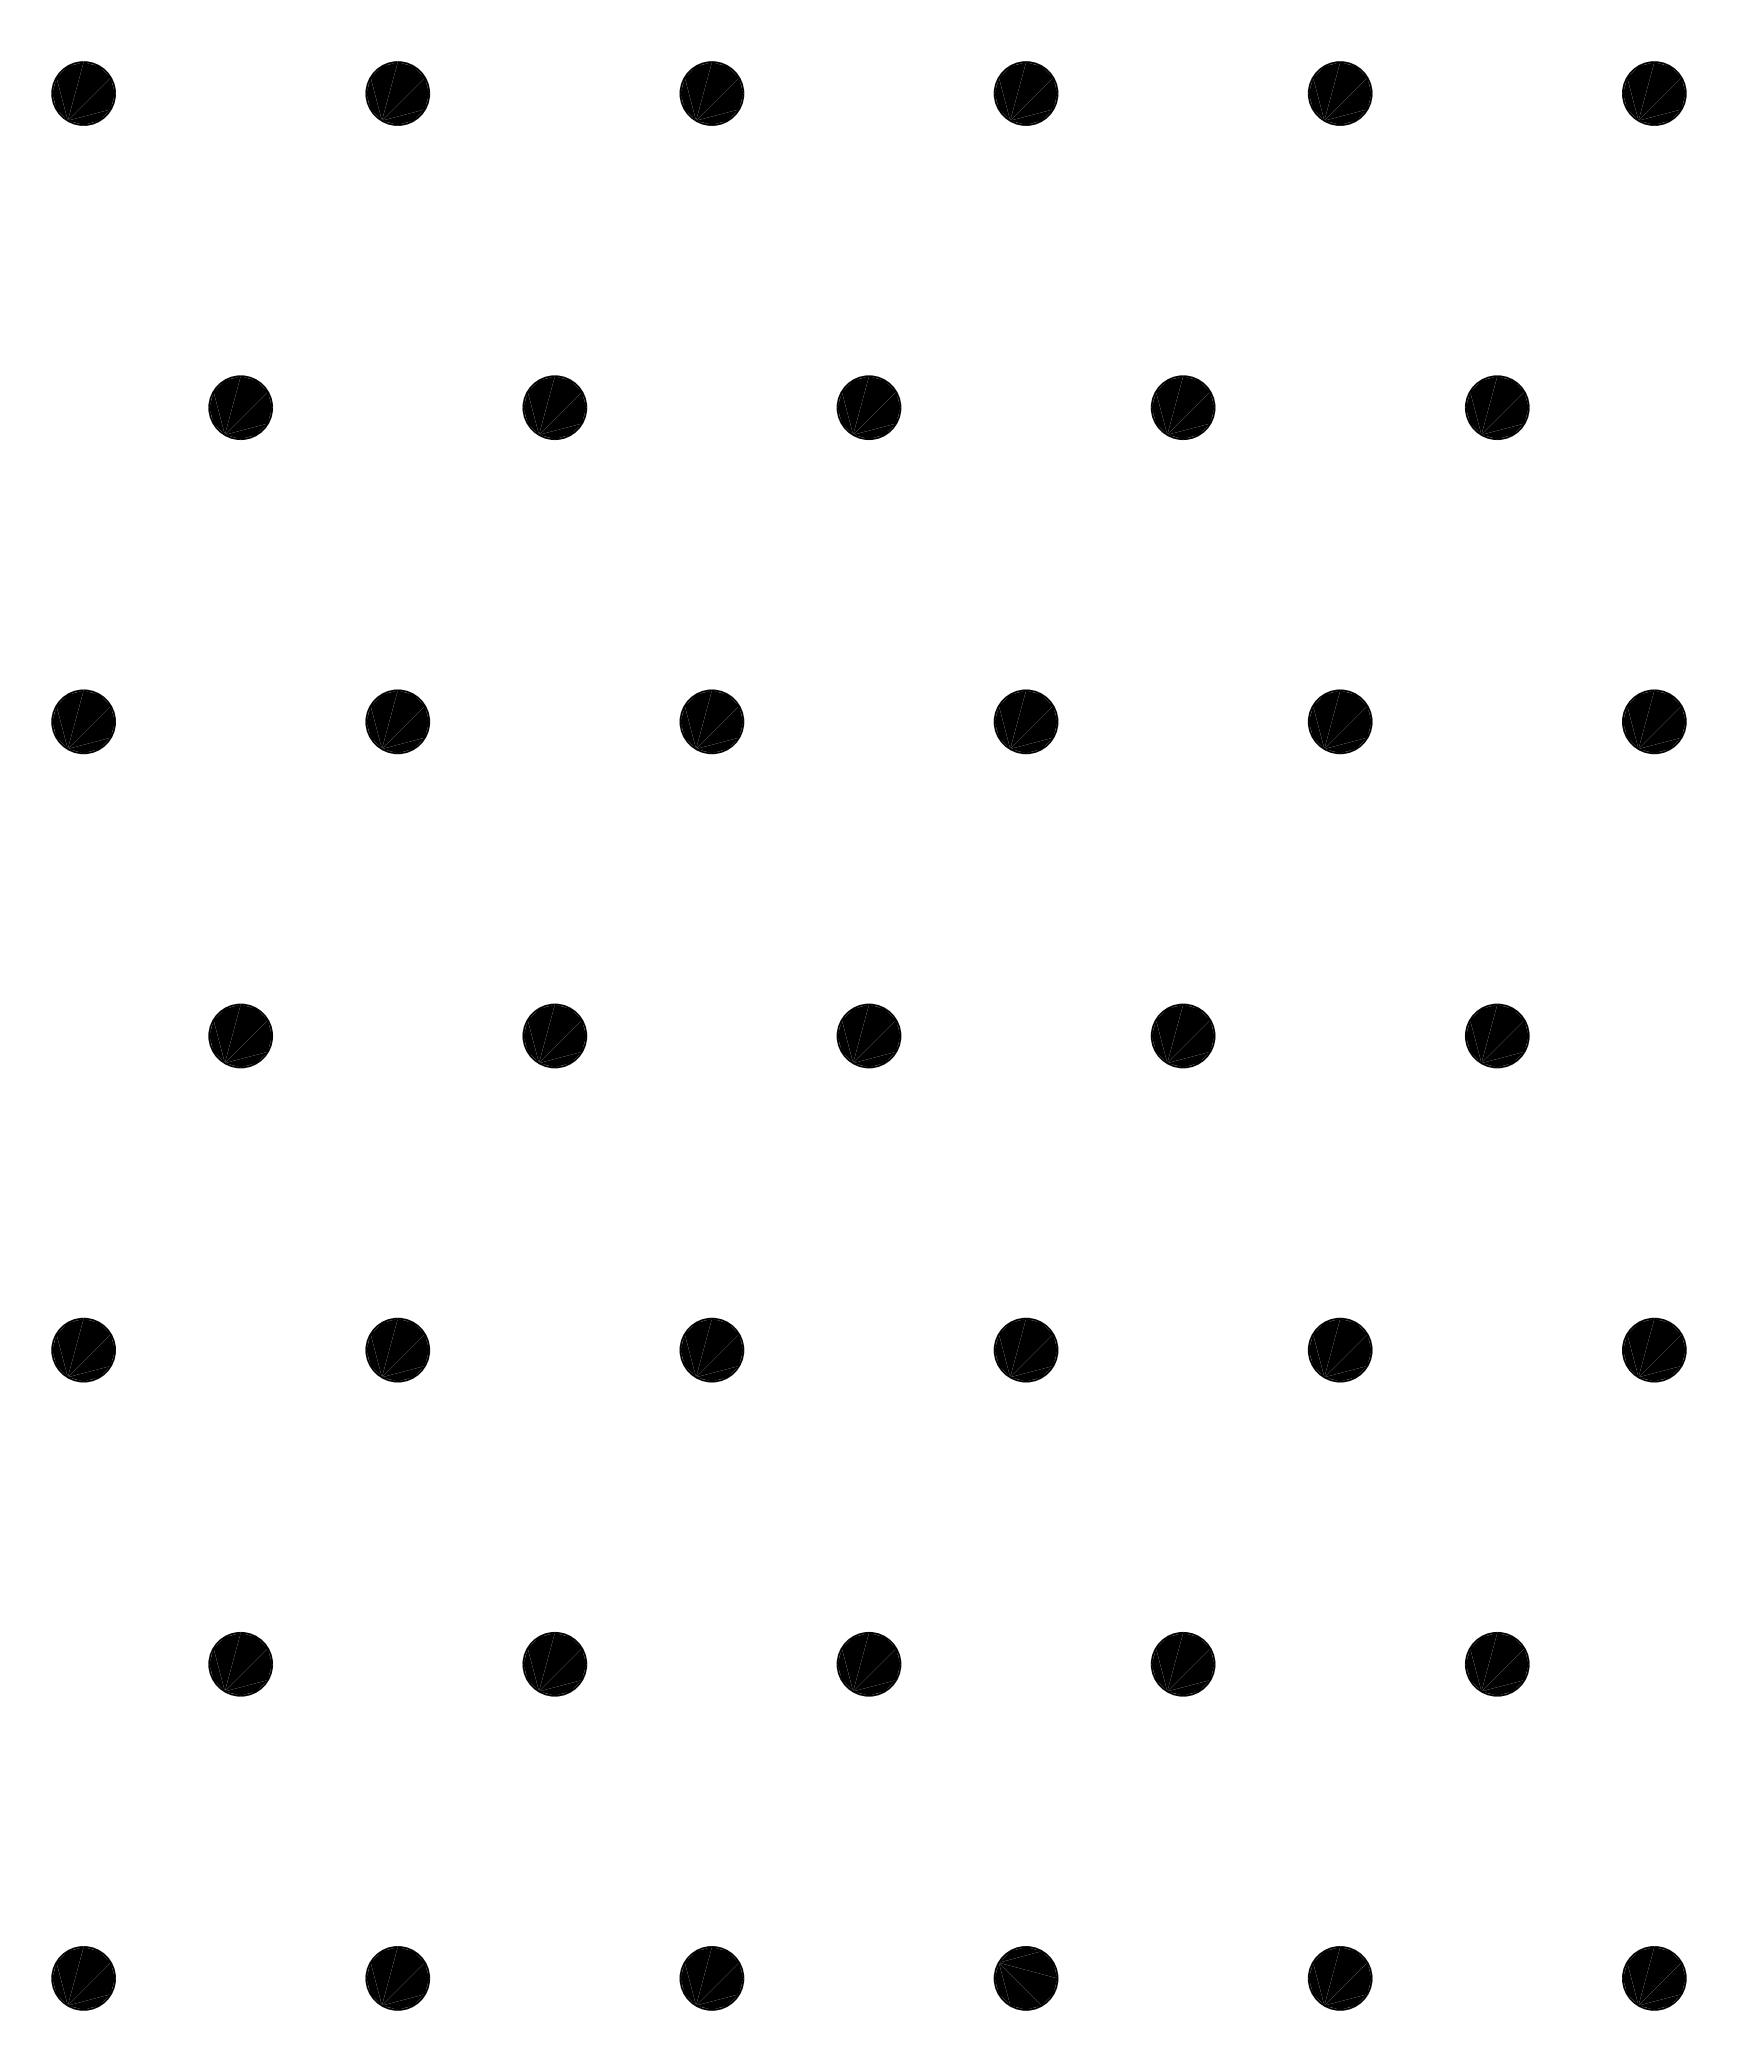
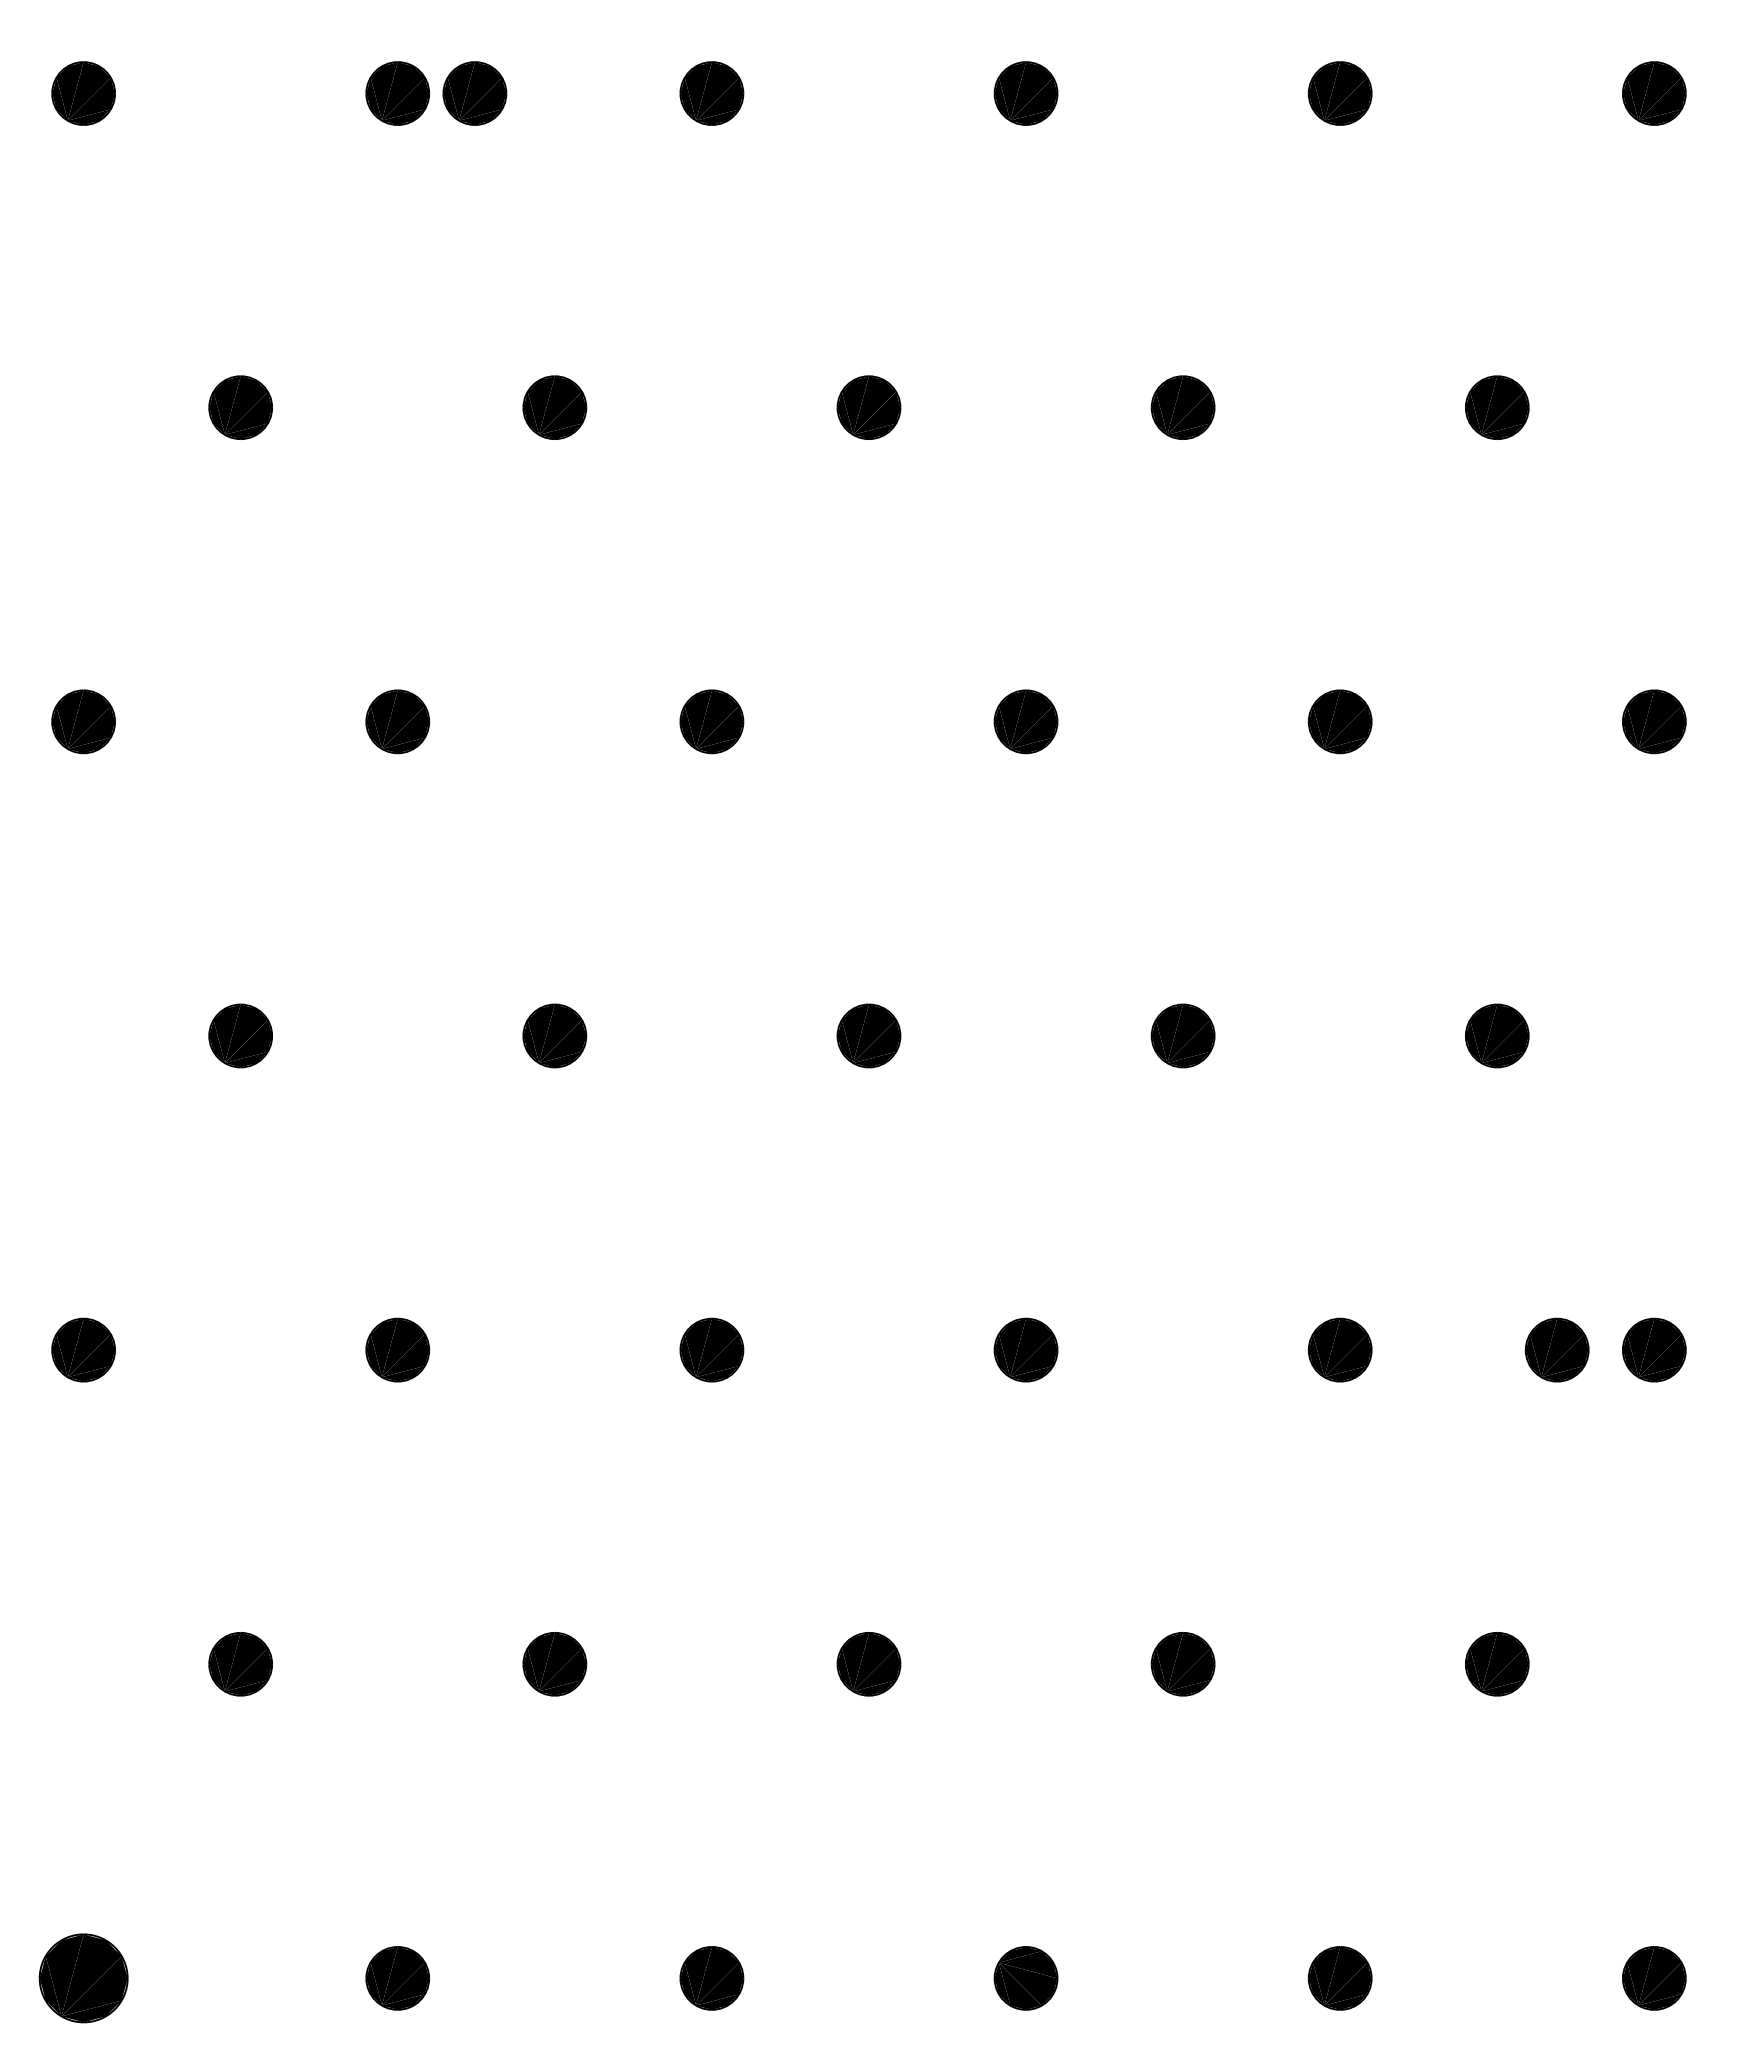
part at (474, 93): none -> present
part at (1556, 1349): none -> present
part at (83, 1978) size: 65x65 px -> 91x91 px
